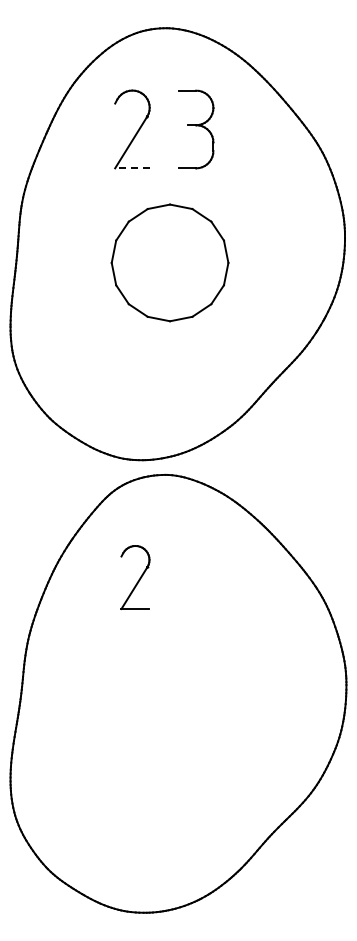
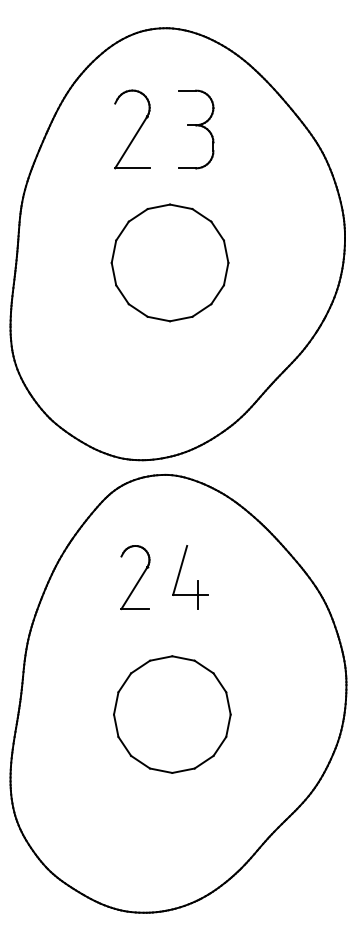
line at (131, 168): dashed -> solid
part at (197, 580): none -> present
part at (172, 714): none -> present
